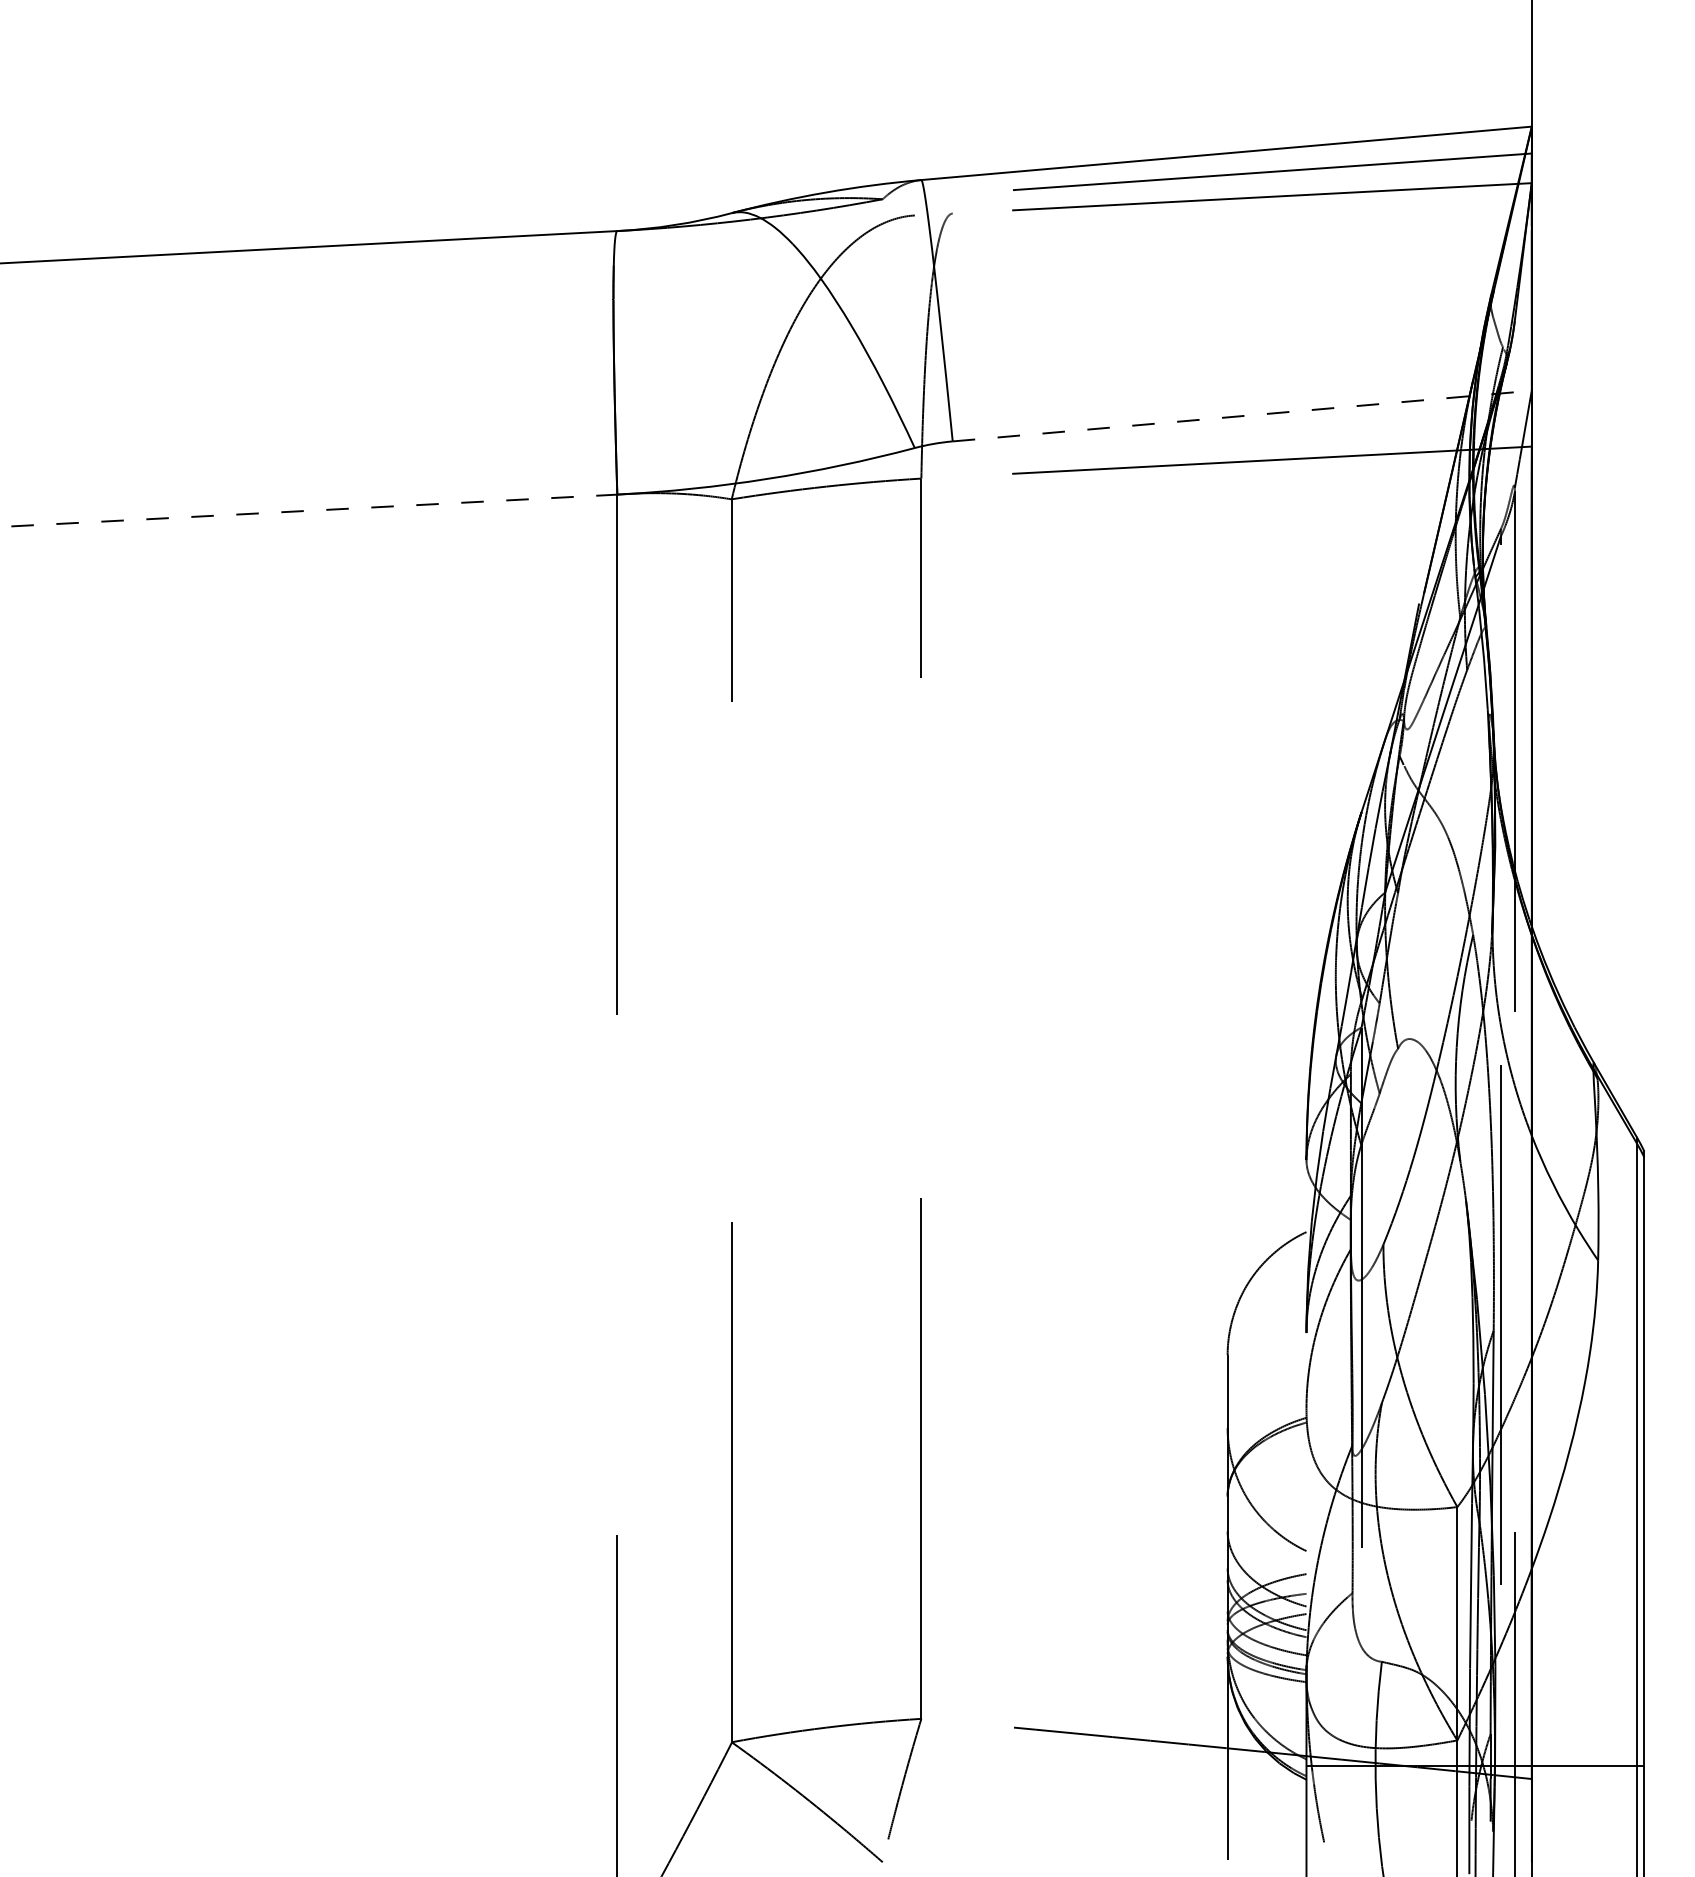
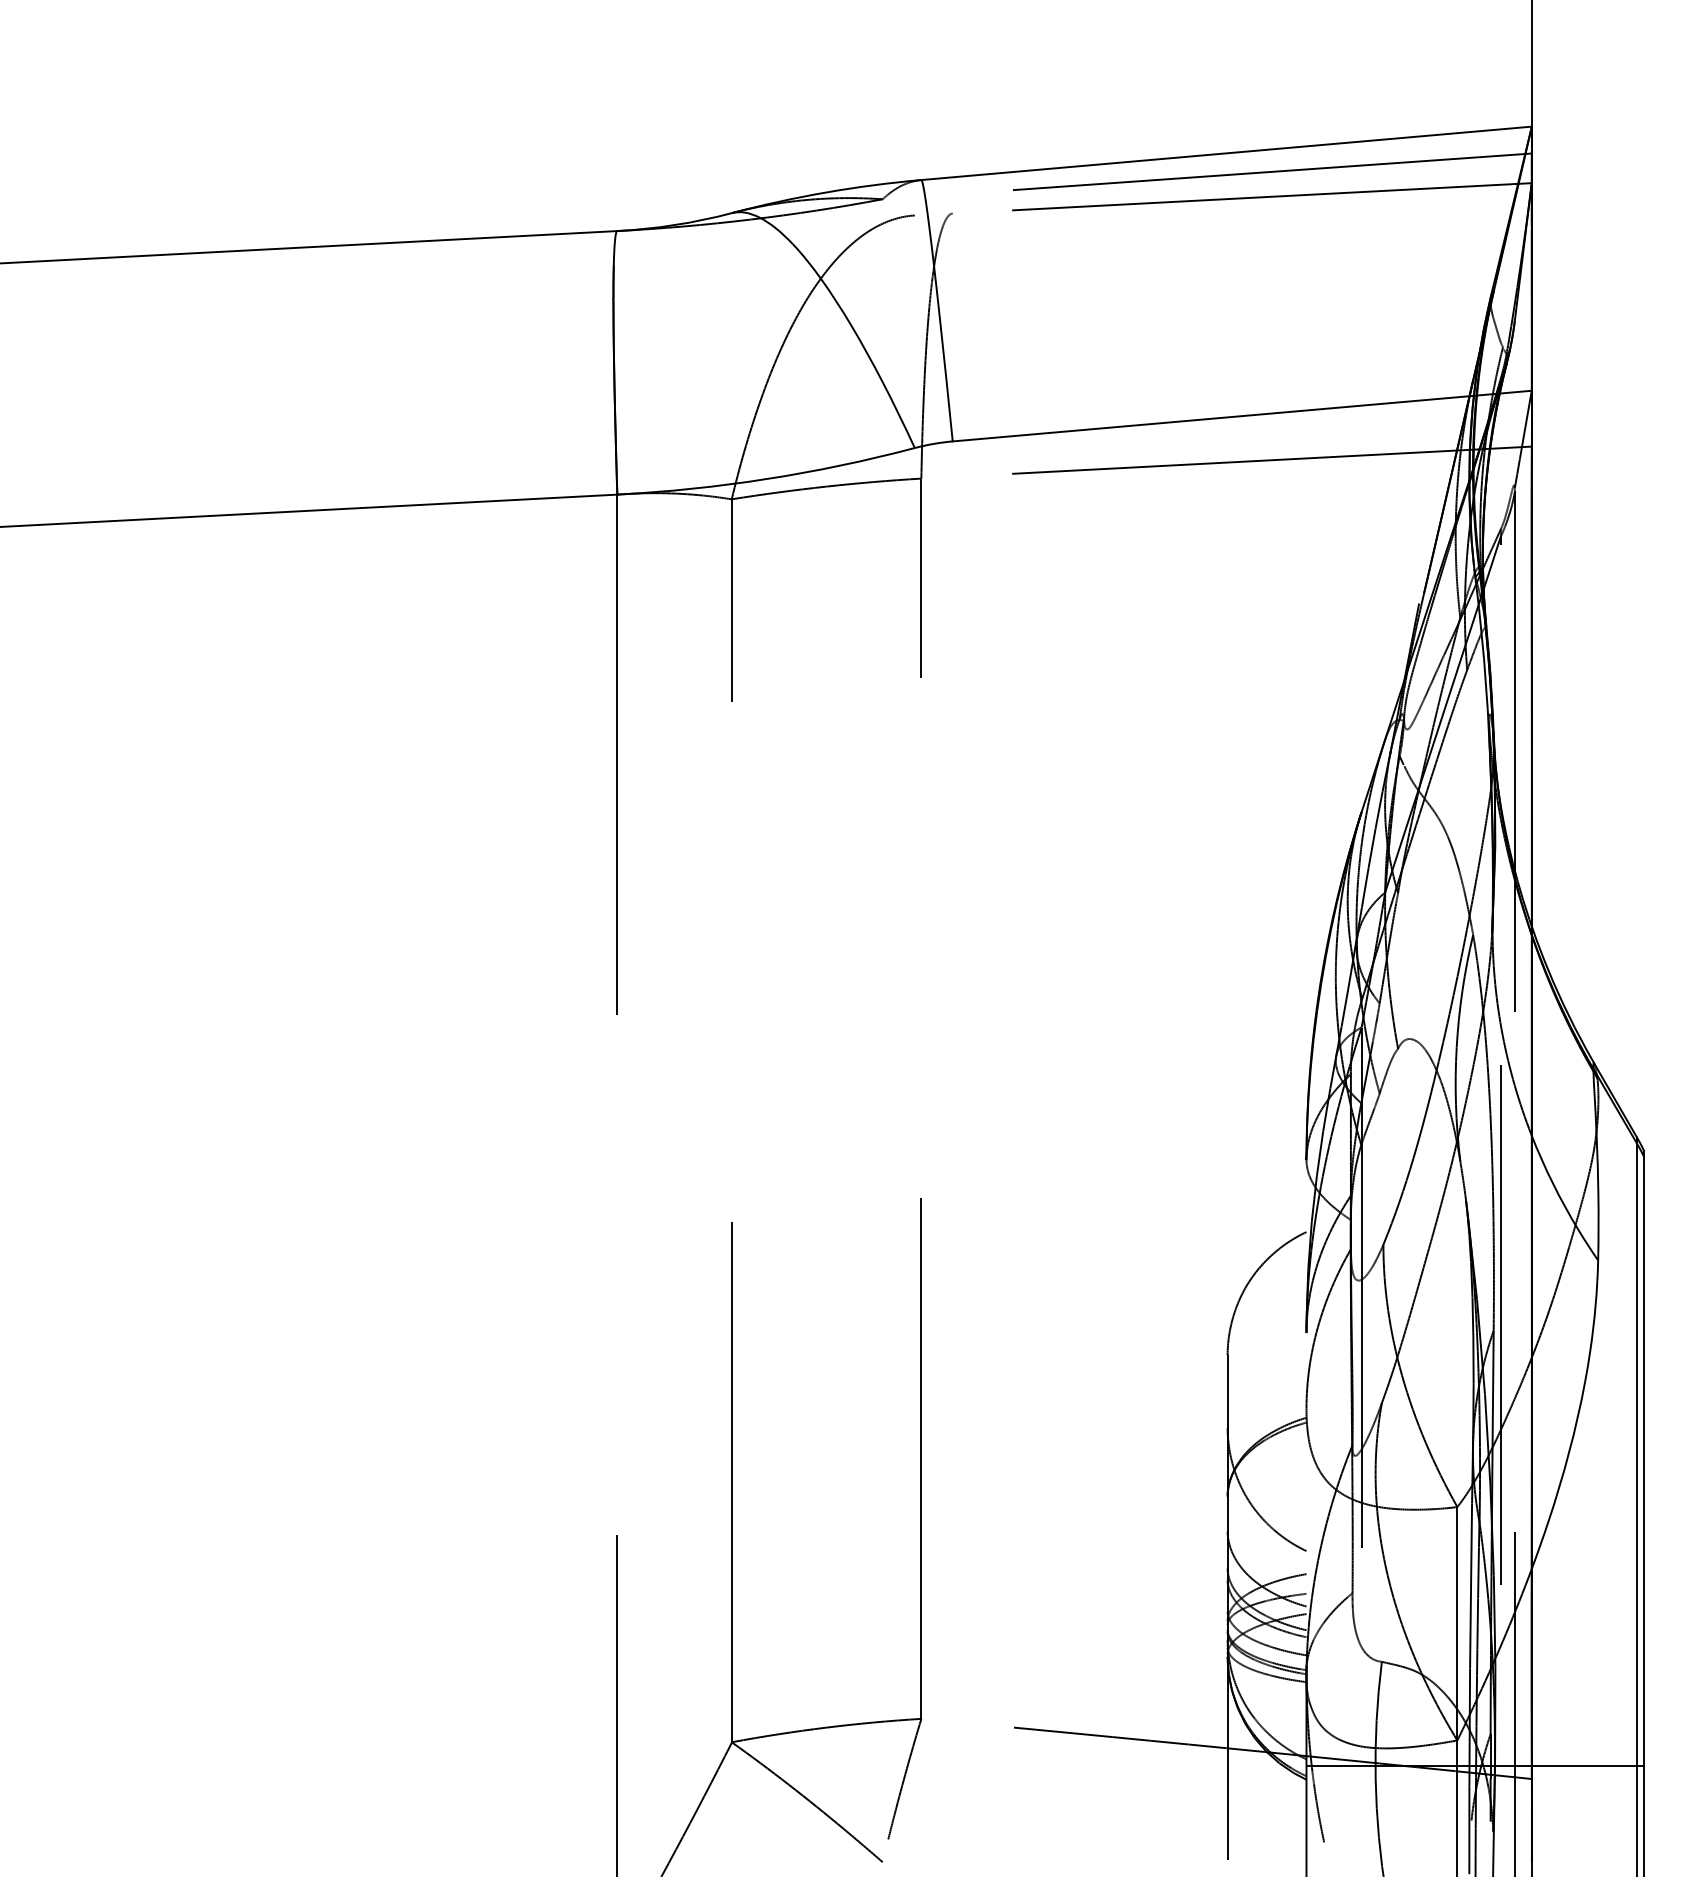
line at (1242, 416): dashed -> solid
line at (308, 510): dashed -> solid
